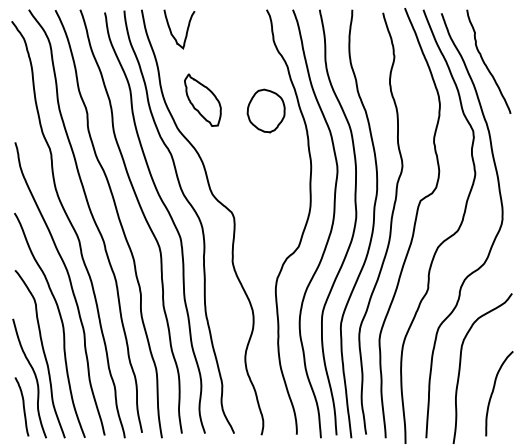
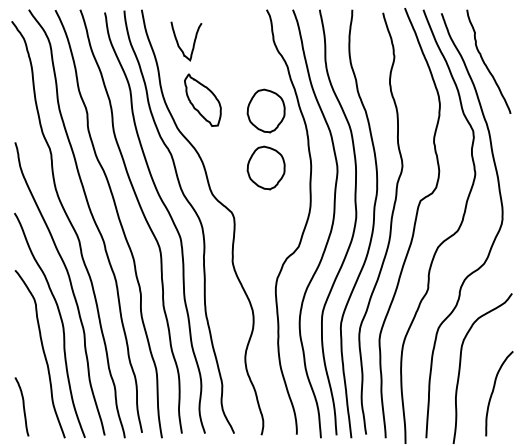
curve at (186, 29) position: (186, 29) -> (193, 41)
part at (265, 167): none -> present
curve at (34, 376): present -> none
